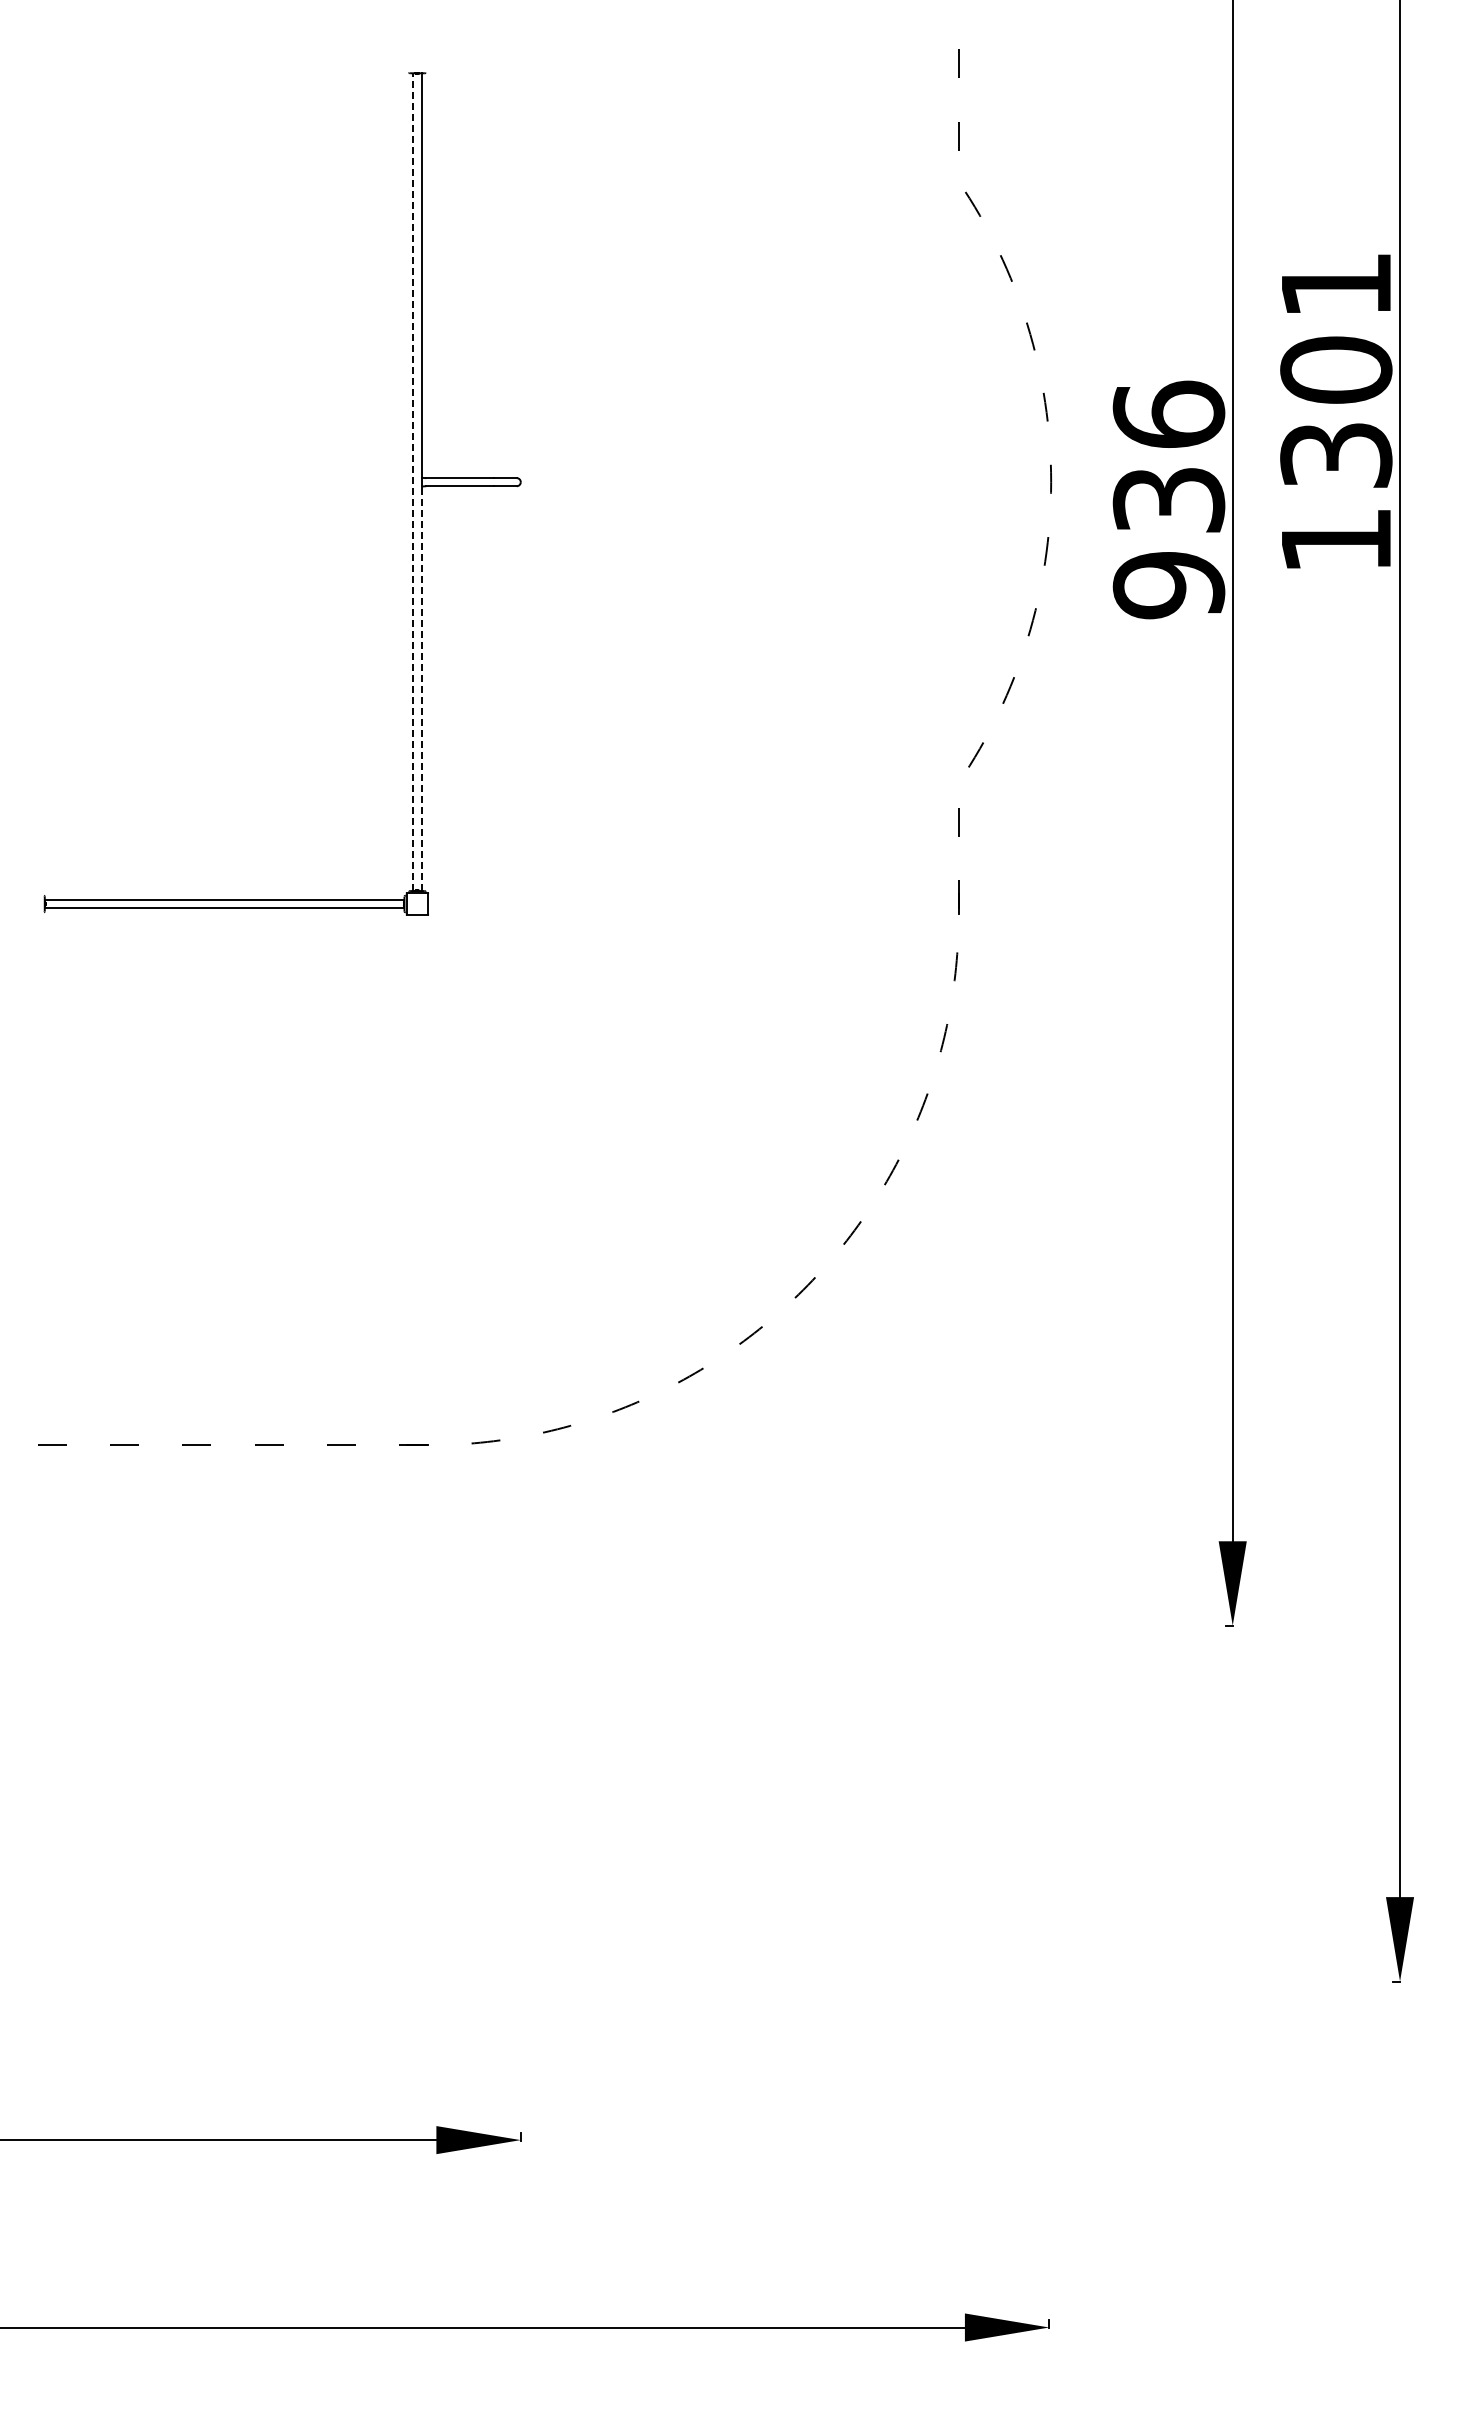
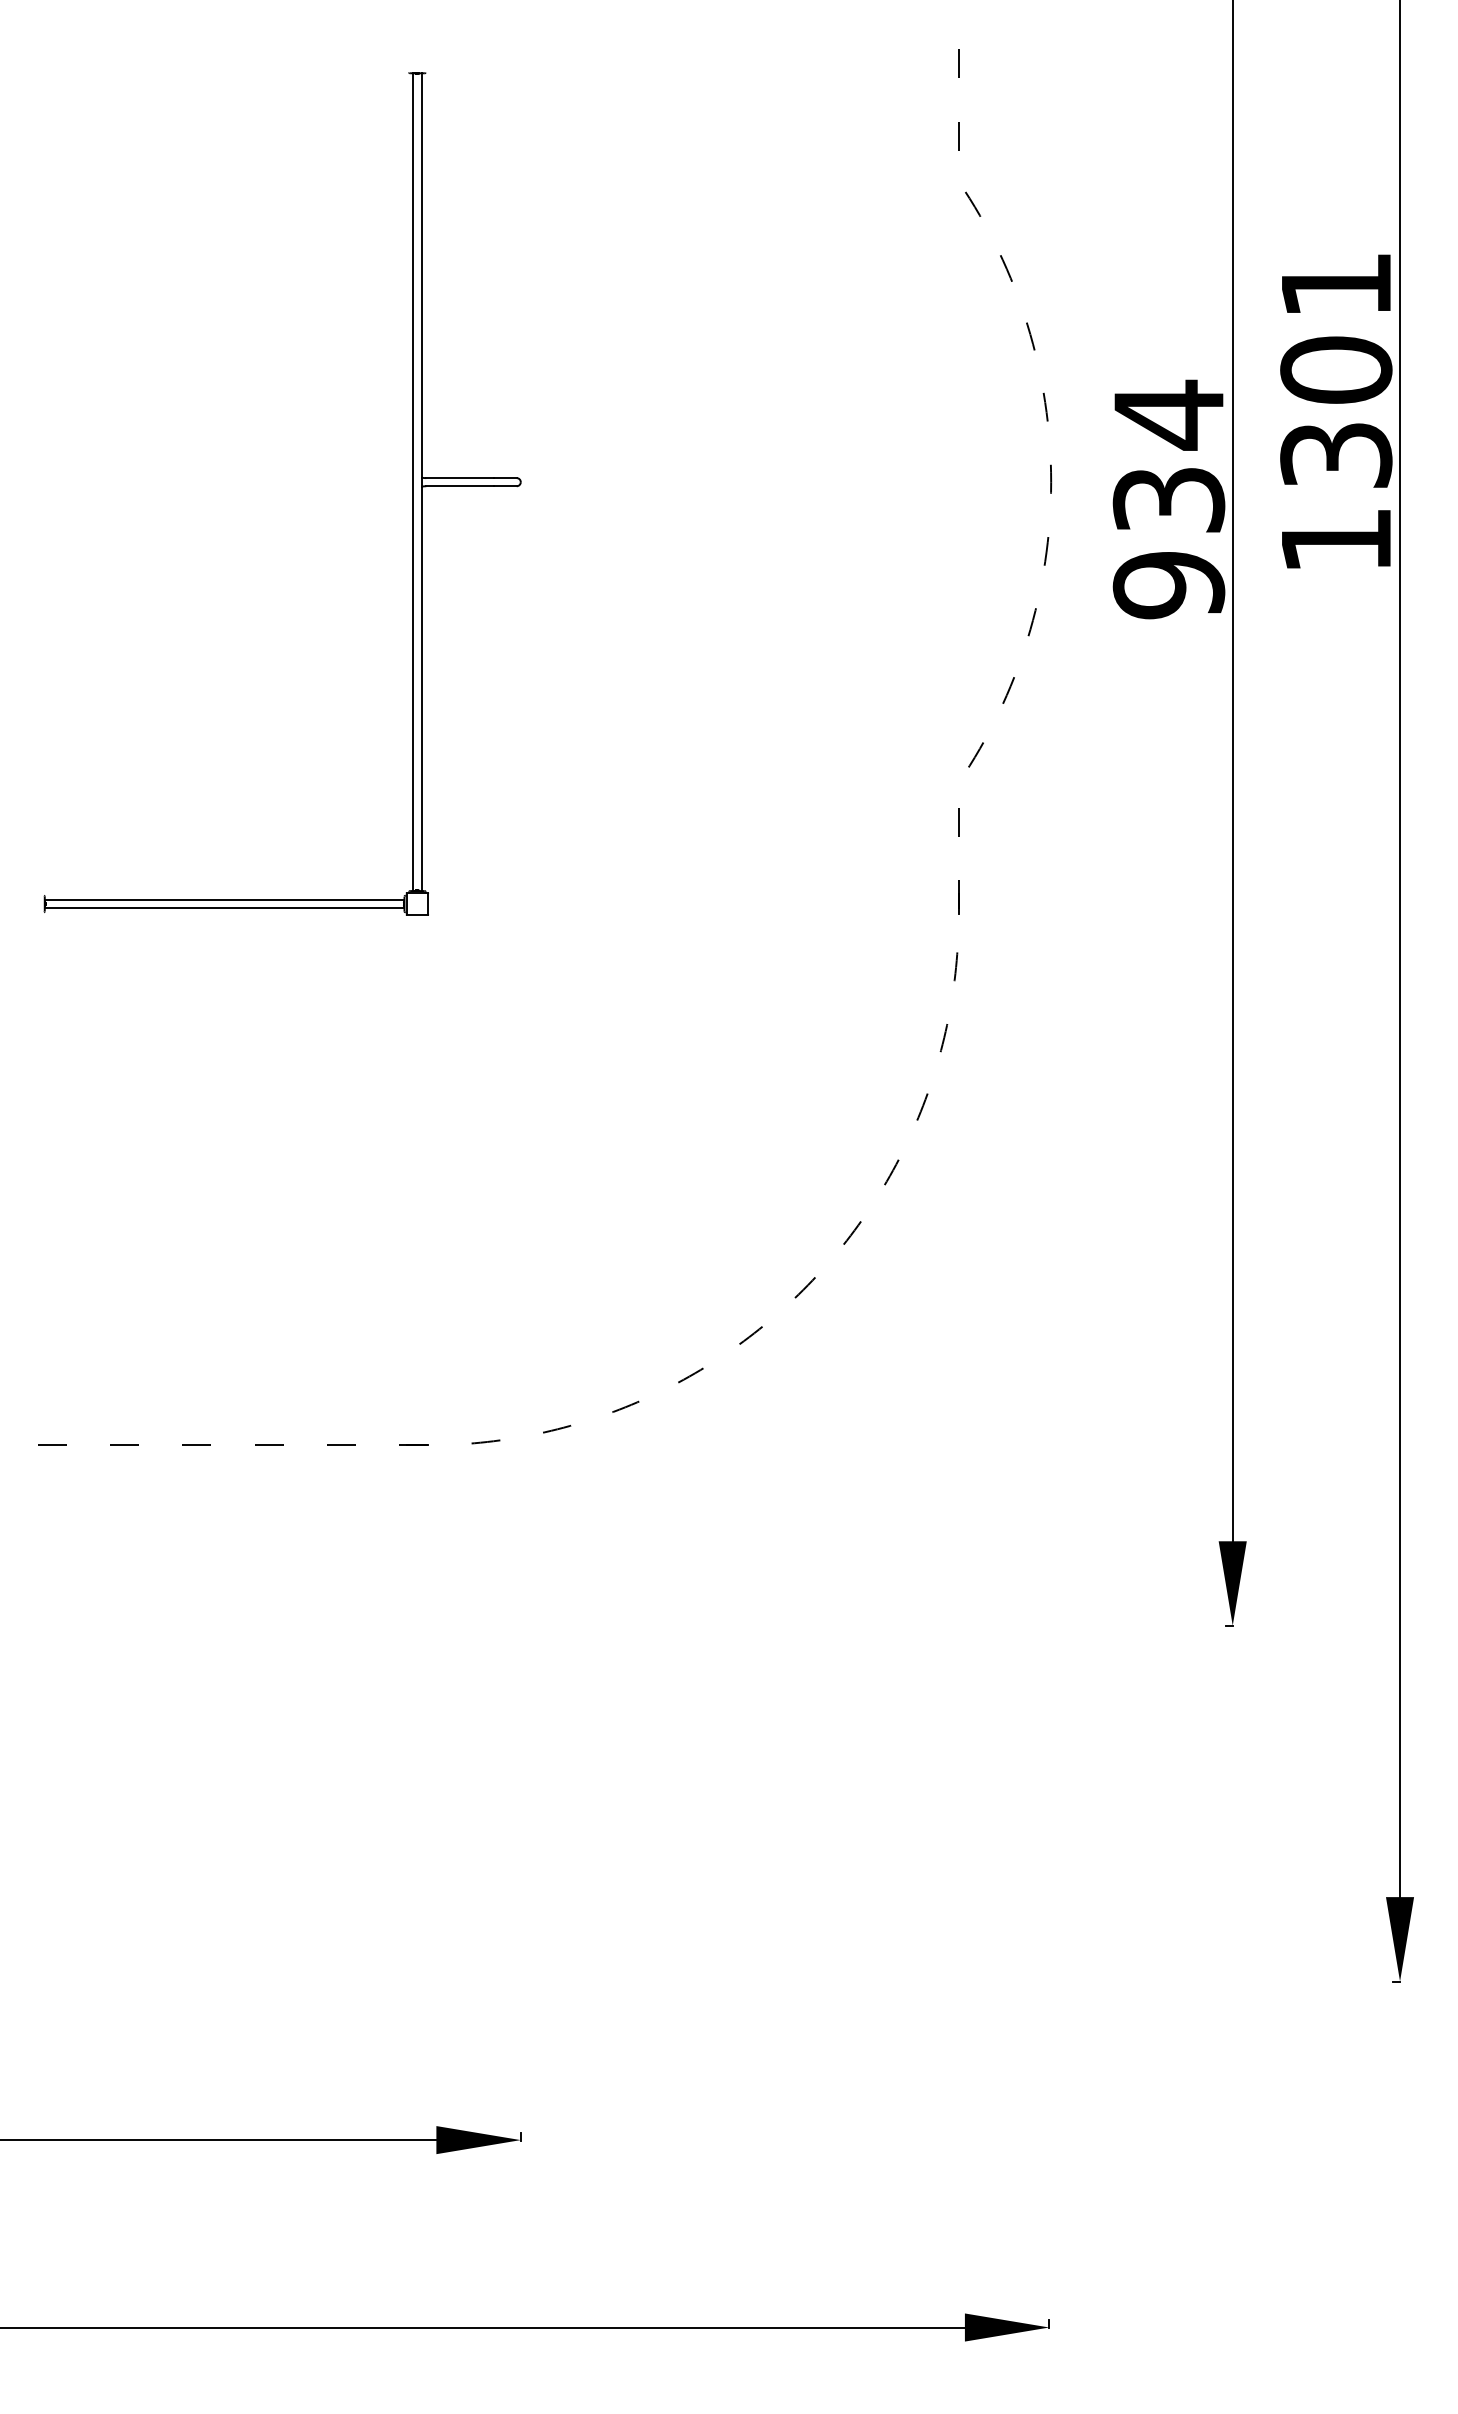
text at (1168, 414): 936 -> 934
line at (413, 482): dashed -> solid
line at (421, 688): dashed -> solid
